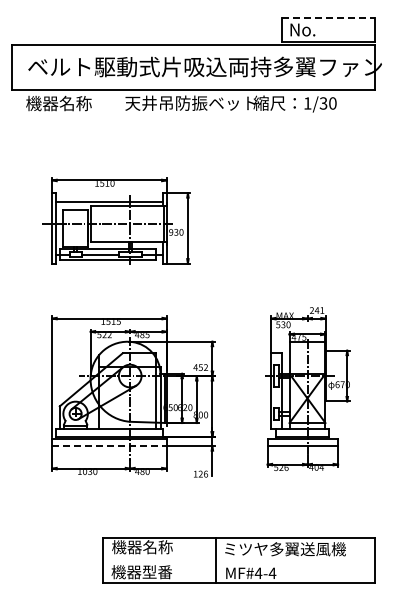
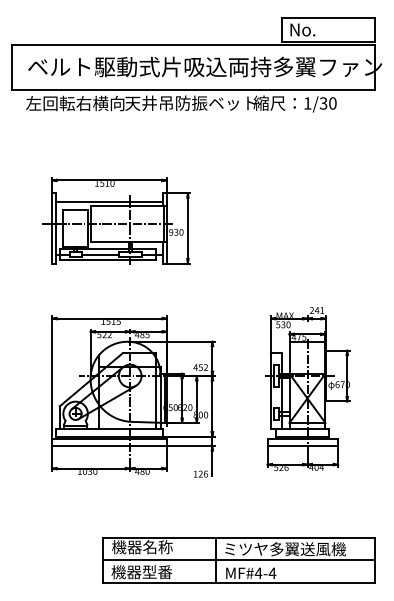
line at (328, 18): dashed -> solid
text at (75, 103): 機器名称 -> 左回転右横向
line at (109, 446): dashed -> solid
line at (238, 560): none -> present
